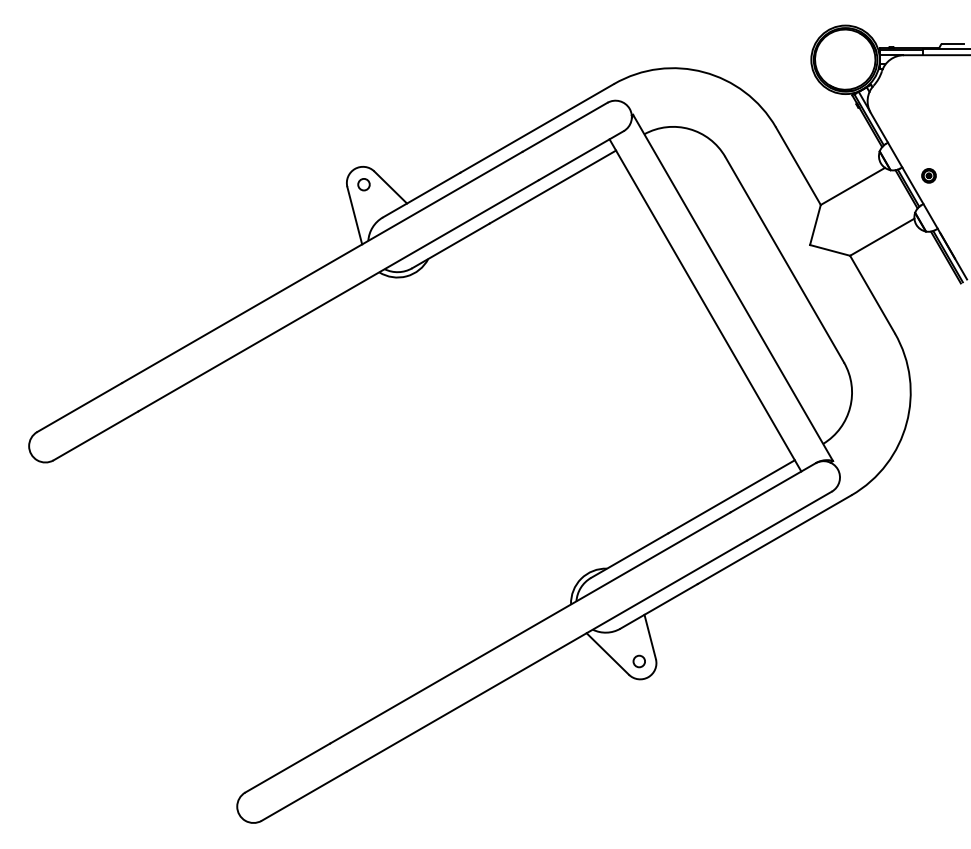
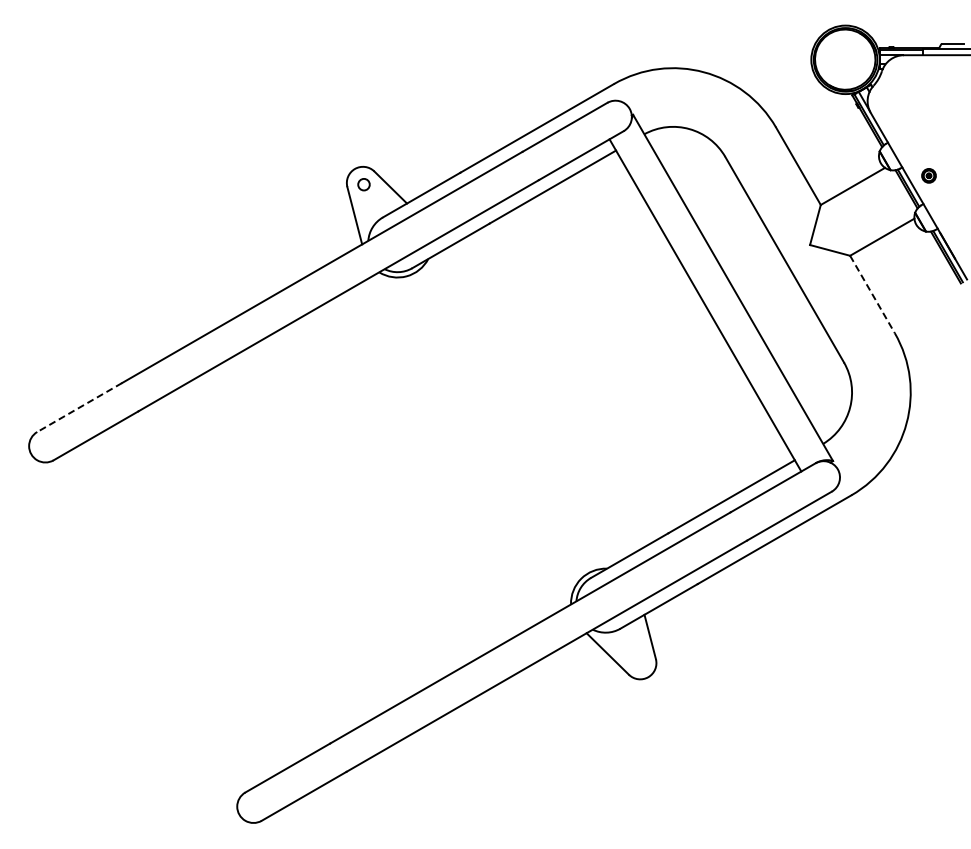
line at (872, 294): solid -> dashed
line at (79, 407): solid -> dashed
circle at (638, 661): present -> none
